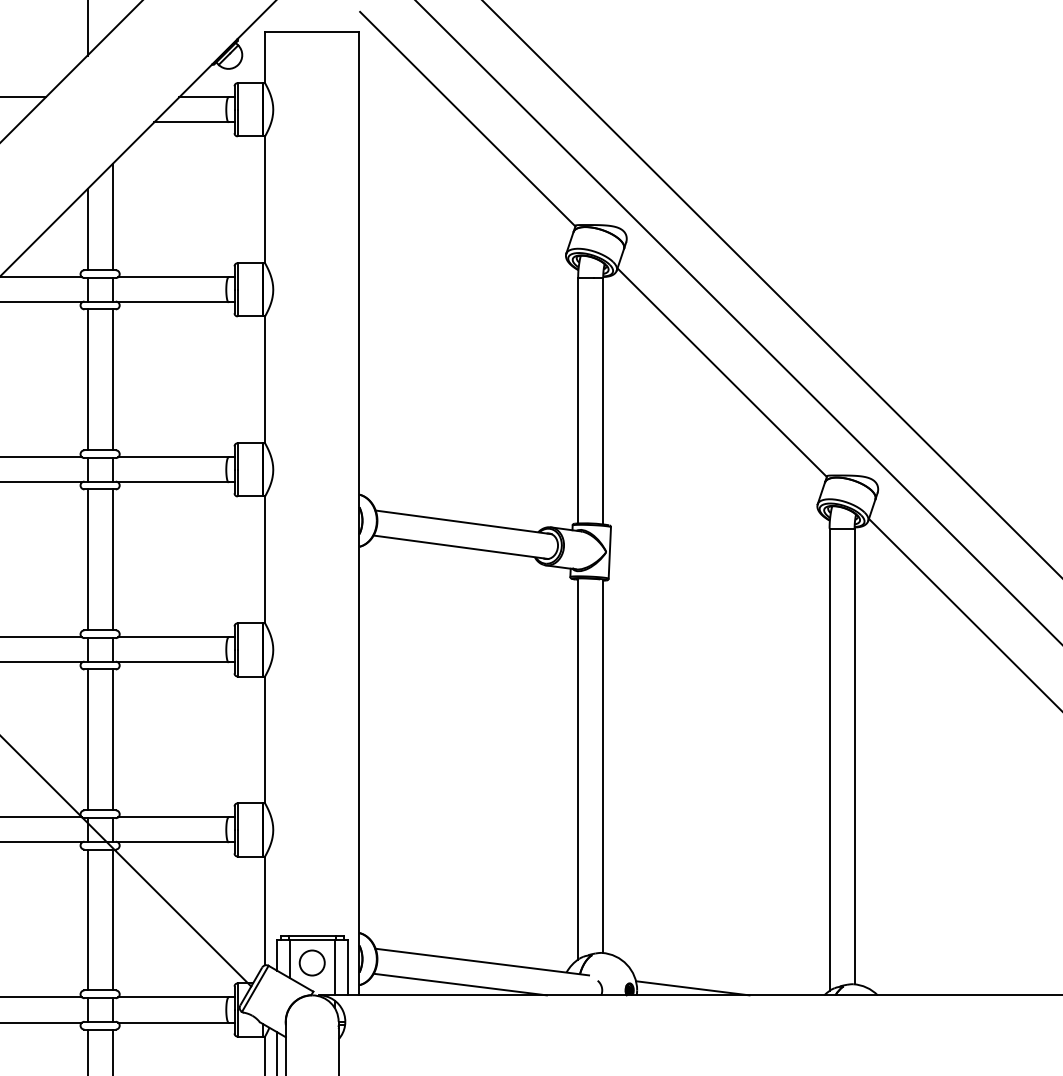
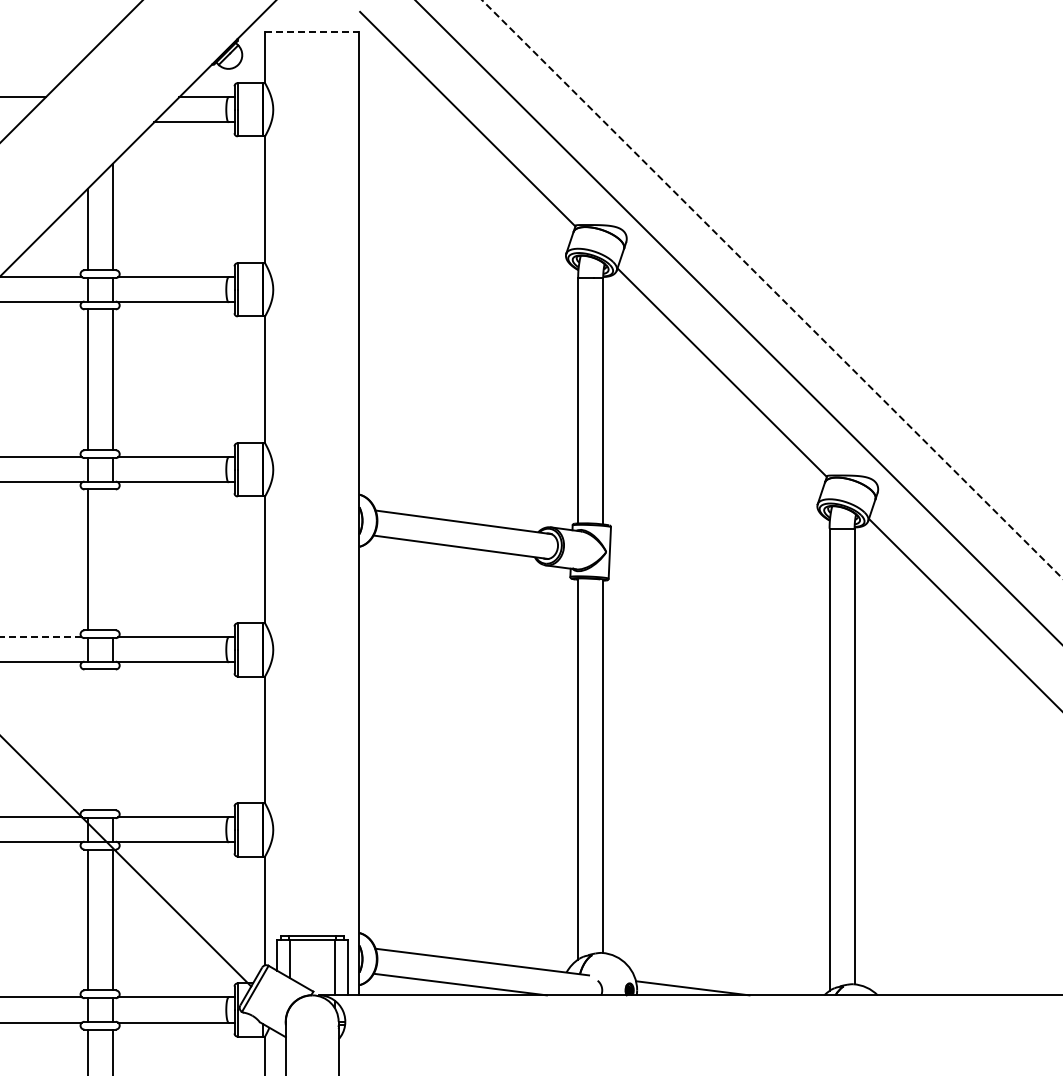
line at (87, 28): present -> none
line at (312, 32): solid -> dashed
line at (771, 289): solid -> dashed
line at (112, 559): present -> none
line at (41, 637): solid -> dashed
line at (87, 739): present -> none
line at (112, 739): present -> none
circle at (311, 962): present -> none
line at (277, 1052): present -> none
